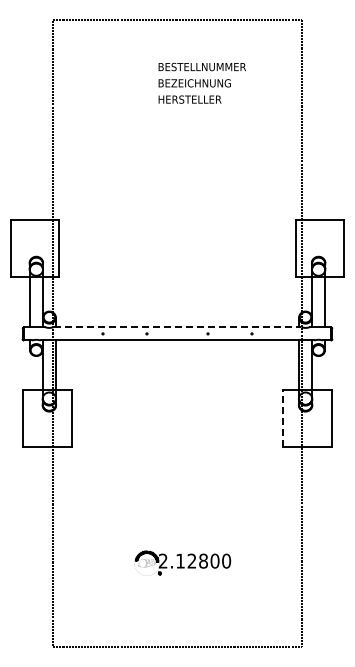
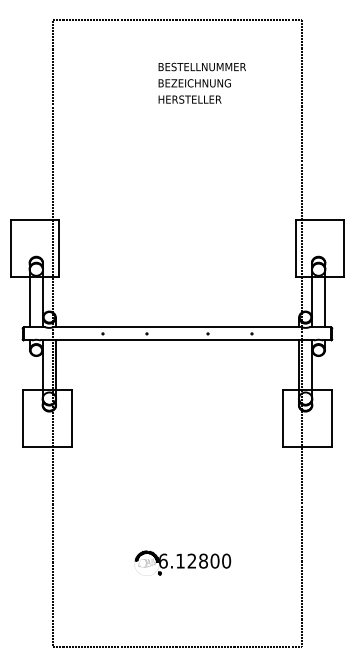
line at (177, 327): dashed -> solid
line at (283, 418): dashed -> solid
text at (163, 560): 2.12800 -> 6.12800
